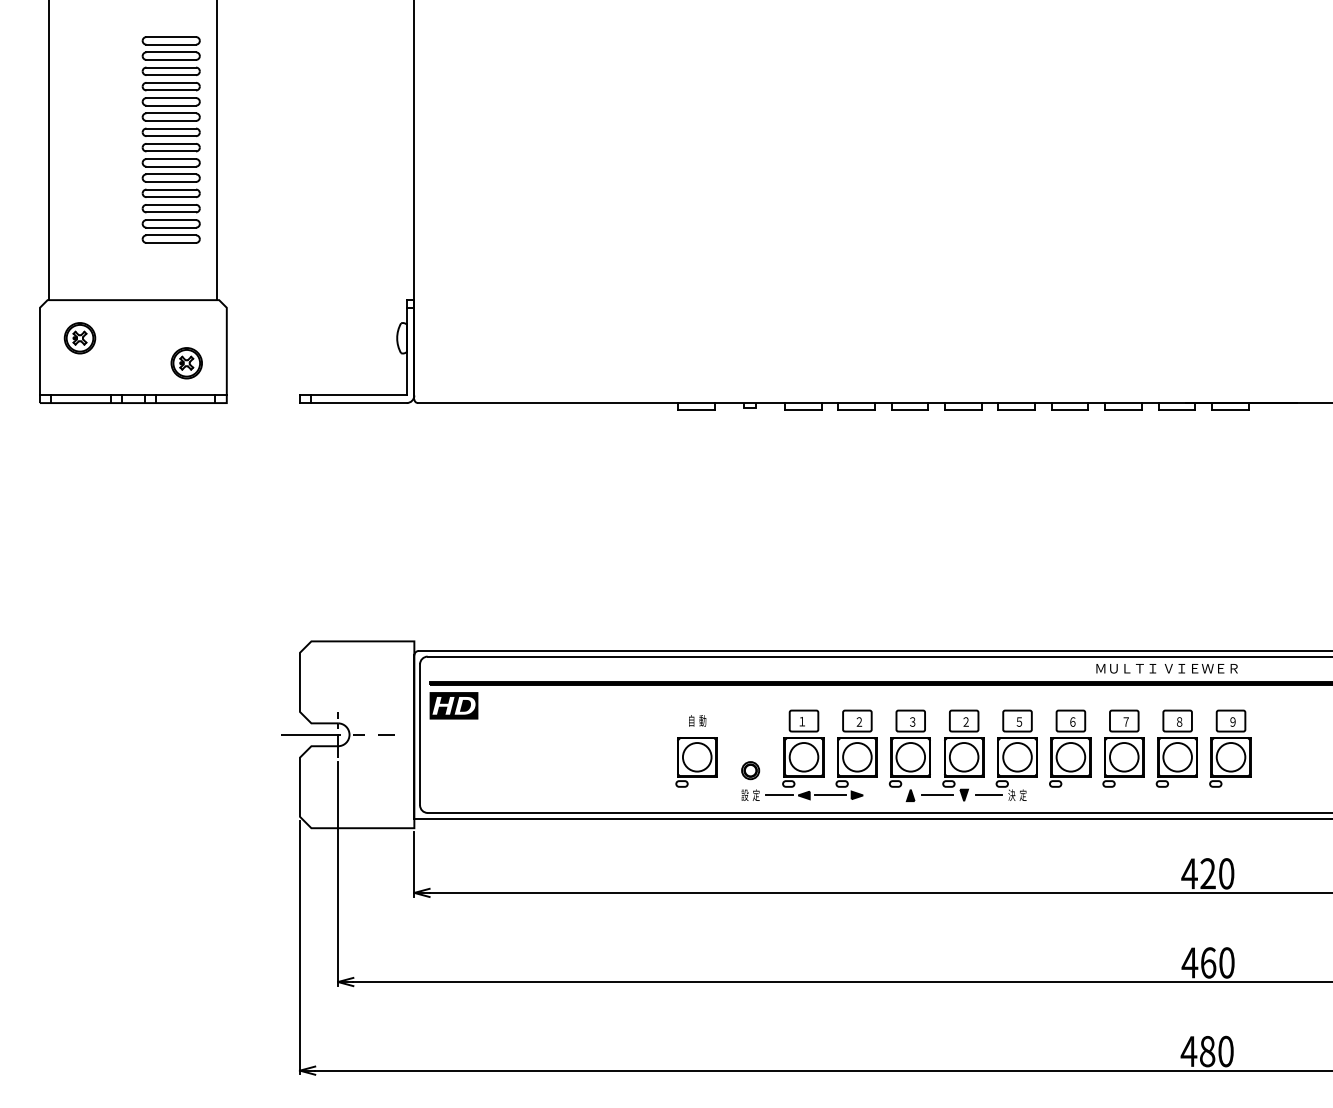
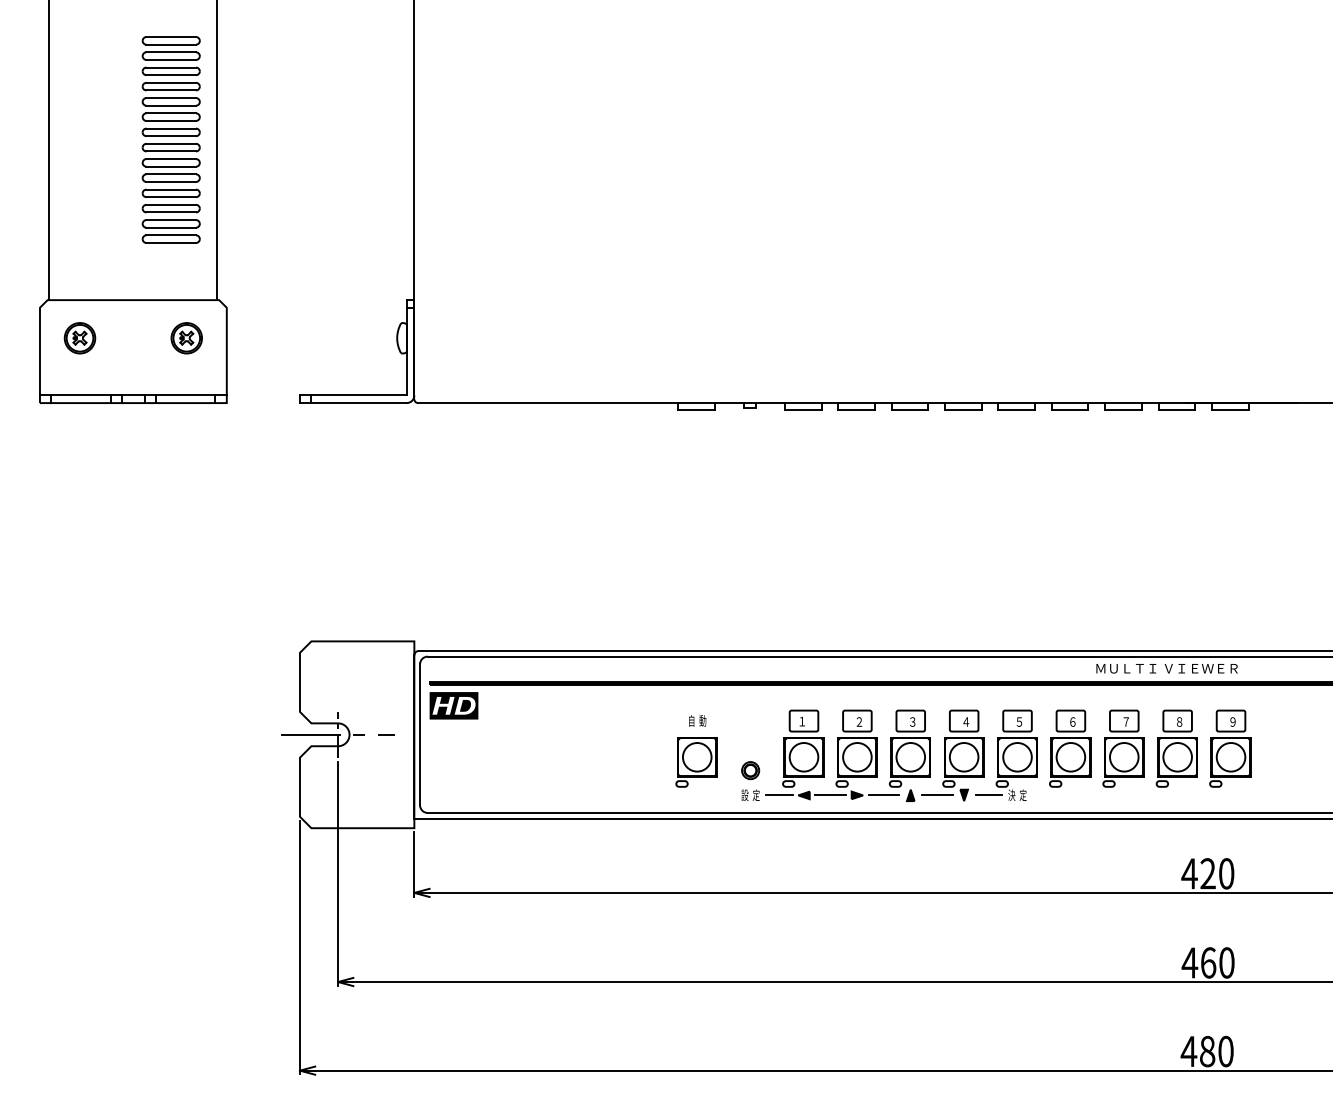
part at (186, 363) position: (186, 363) -> (186, 338)
text at (966, 721): ２ -> ４
line at (883, 795): none -> present
